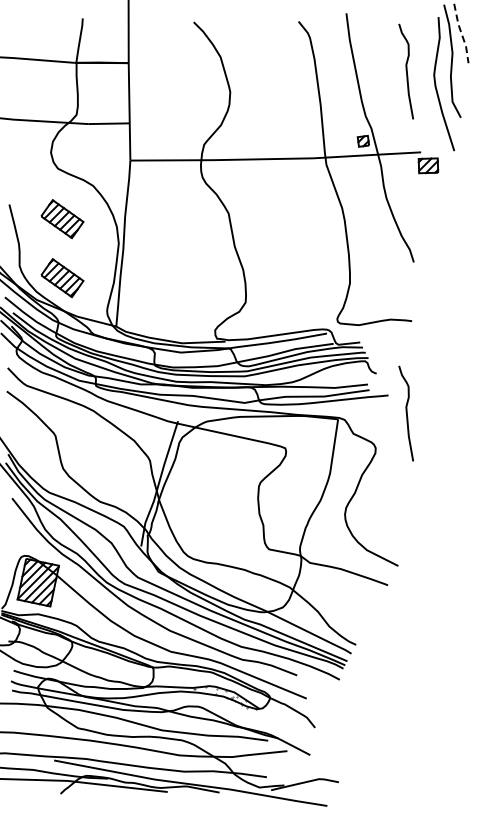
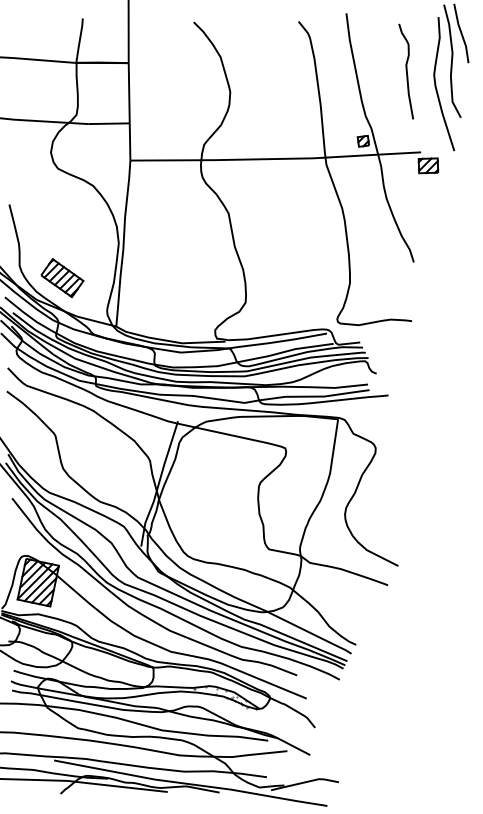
line at (461, 33): dashed -> solid
part at (62, 219): present -> none
curve at (405, 412): present -> none
